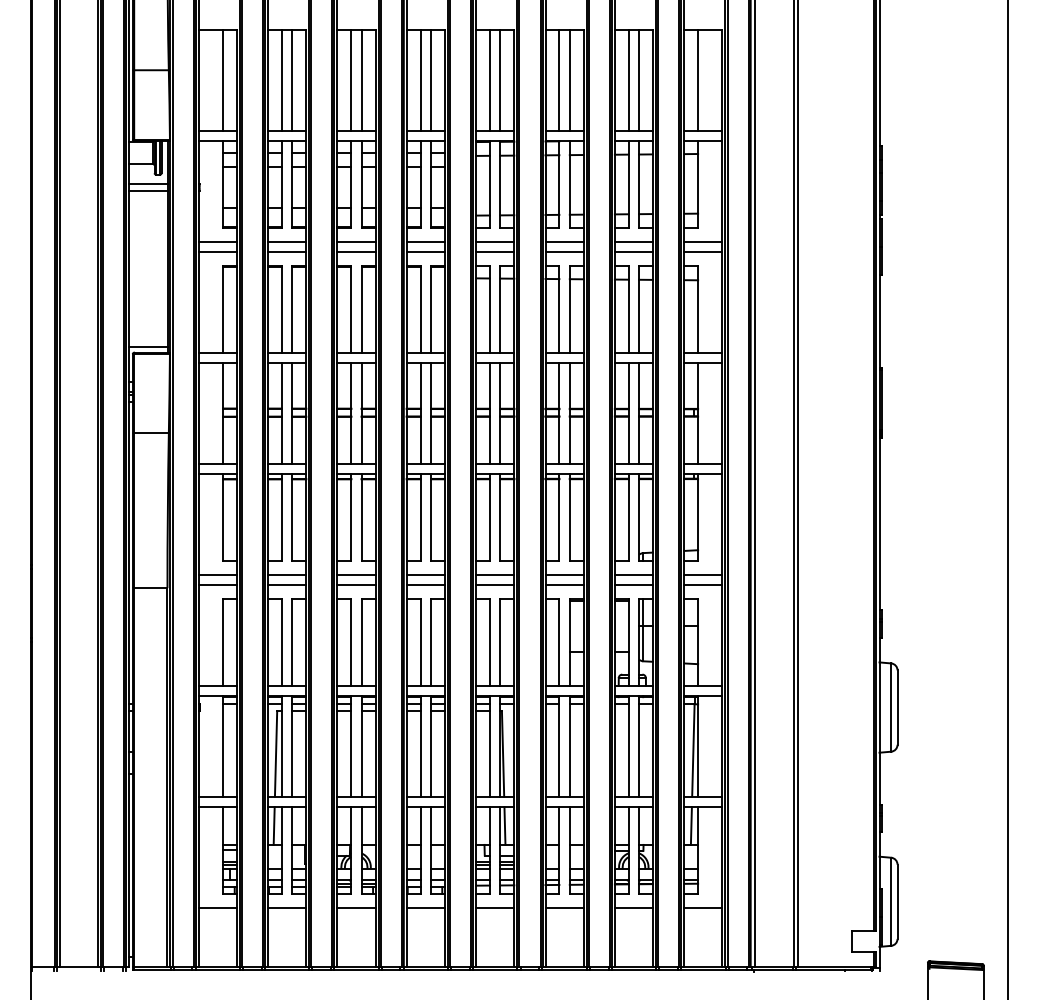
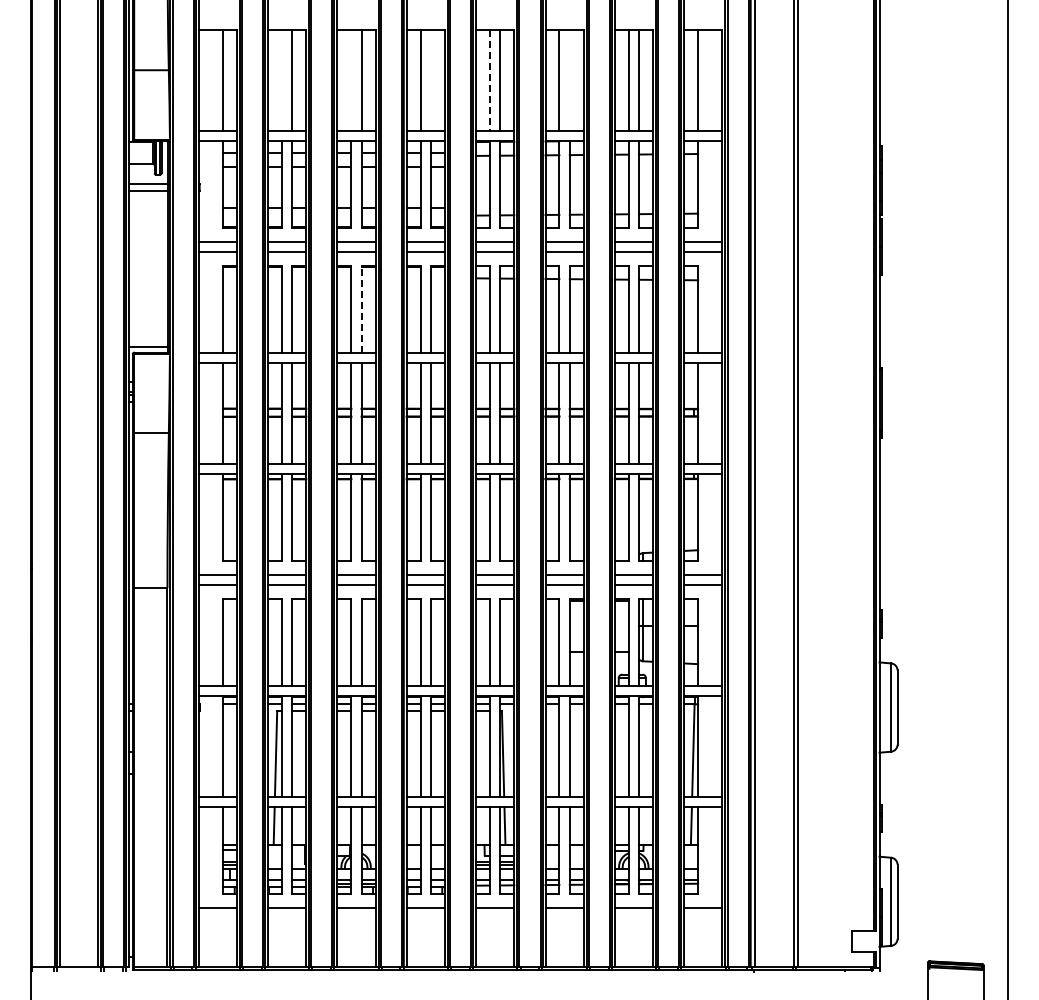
line at (281, 80): present -> none
line at (351, 80): present -> none
line at (431, 80): present -> none
line at (569, 80): present -> none
line at (490, 81): solid -> dashed
line at (361, 308): solid -> dashed
